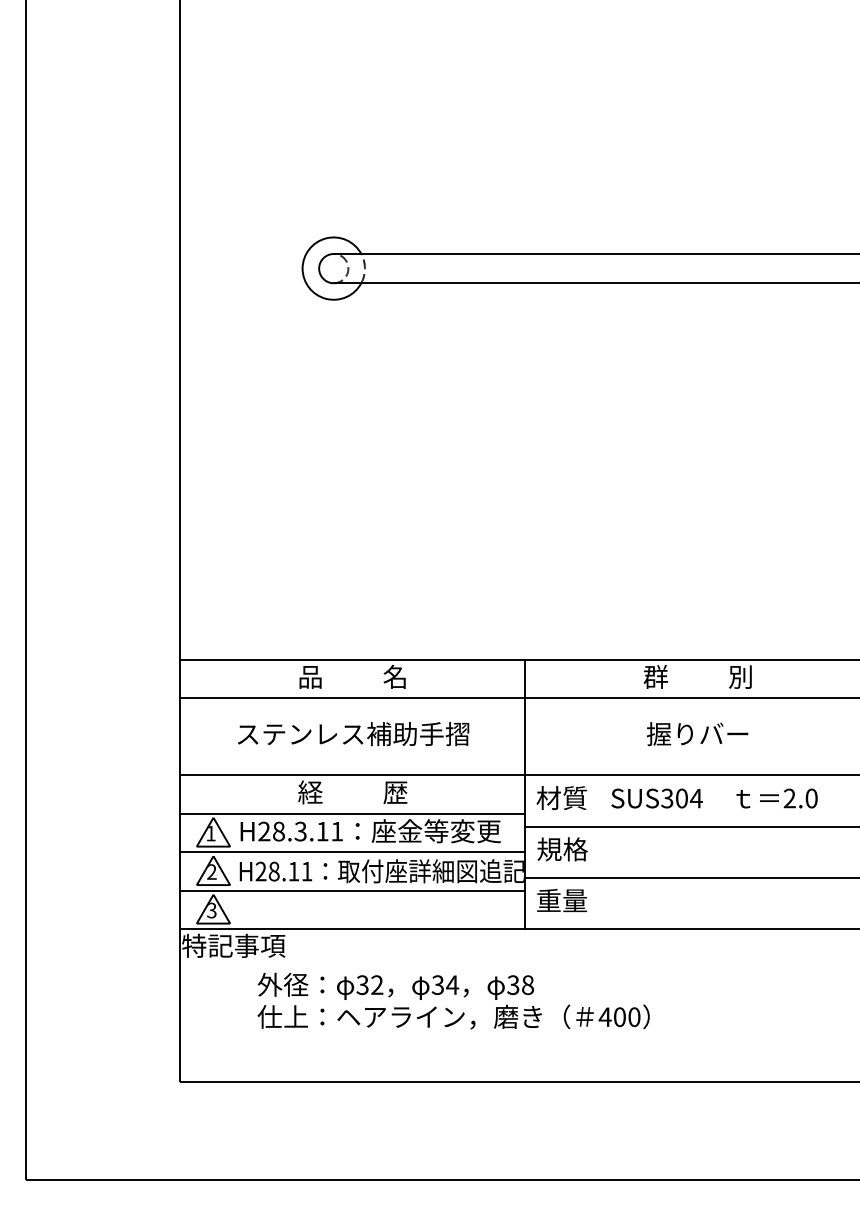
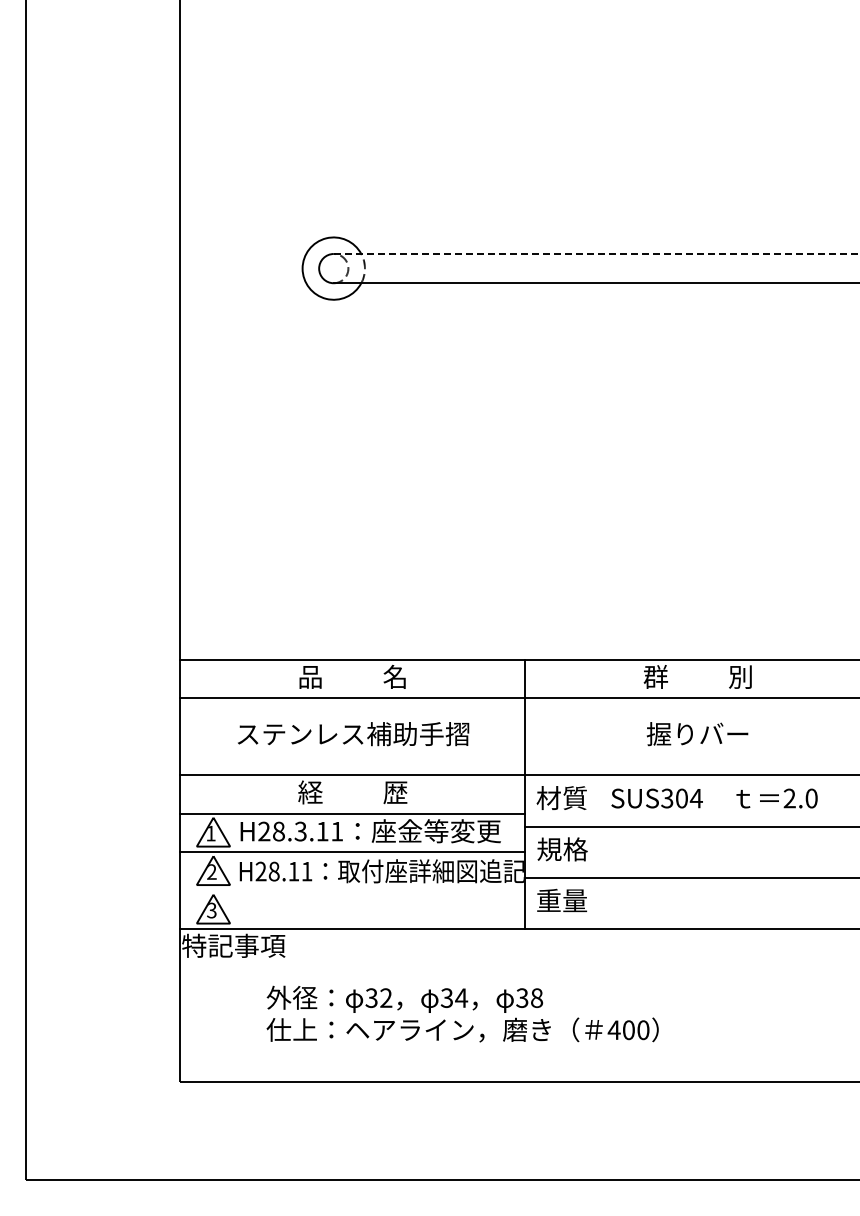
line at (596, 254): solid -> dashed
line at (352, 890): present -> none
text at (453, 1000) position: (453, 1000) -> (462, 1013)
